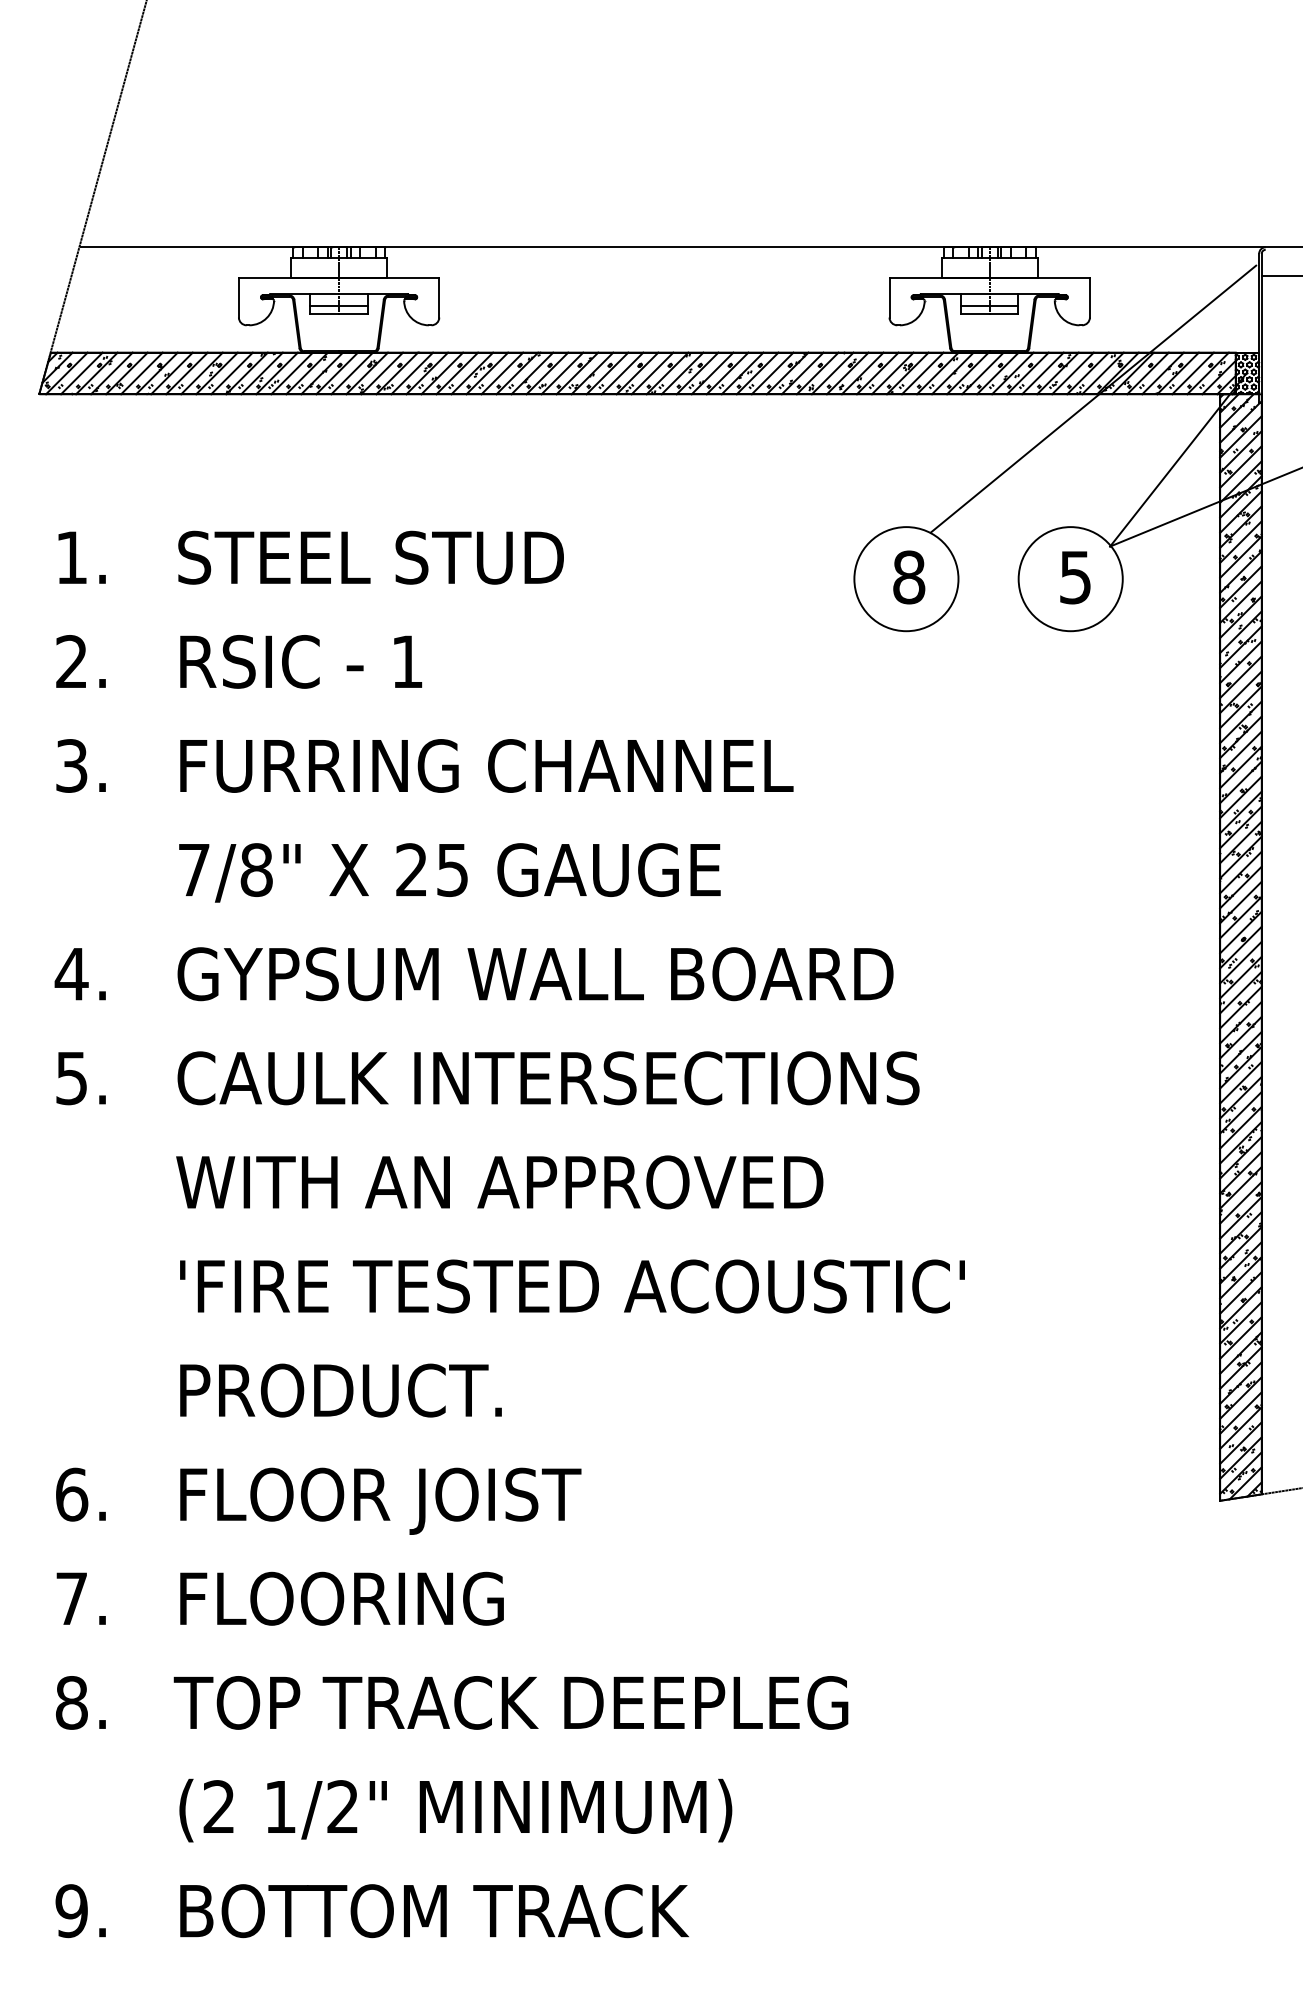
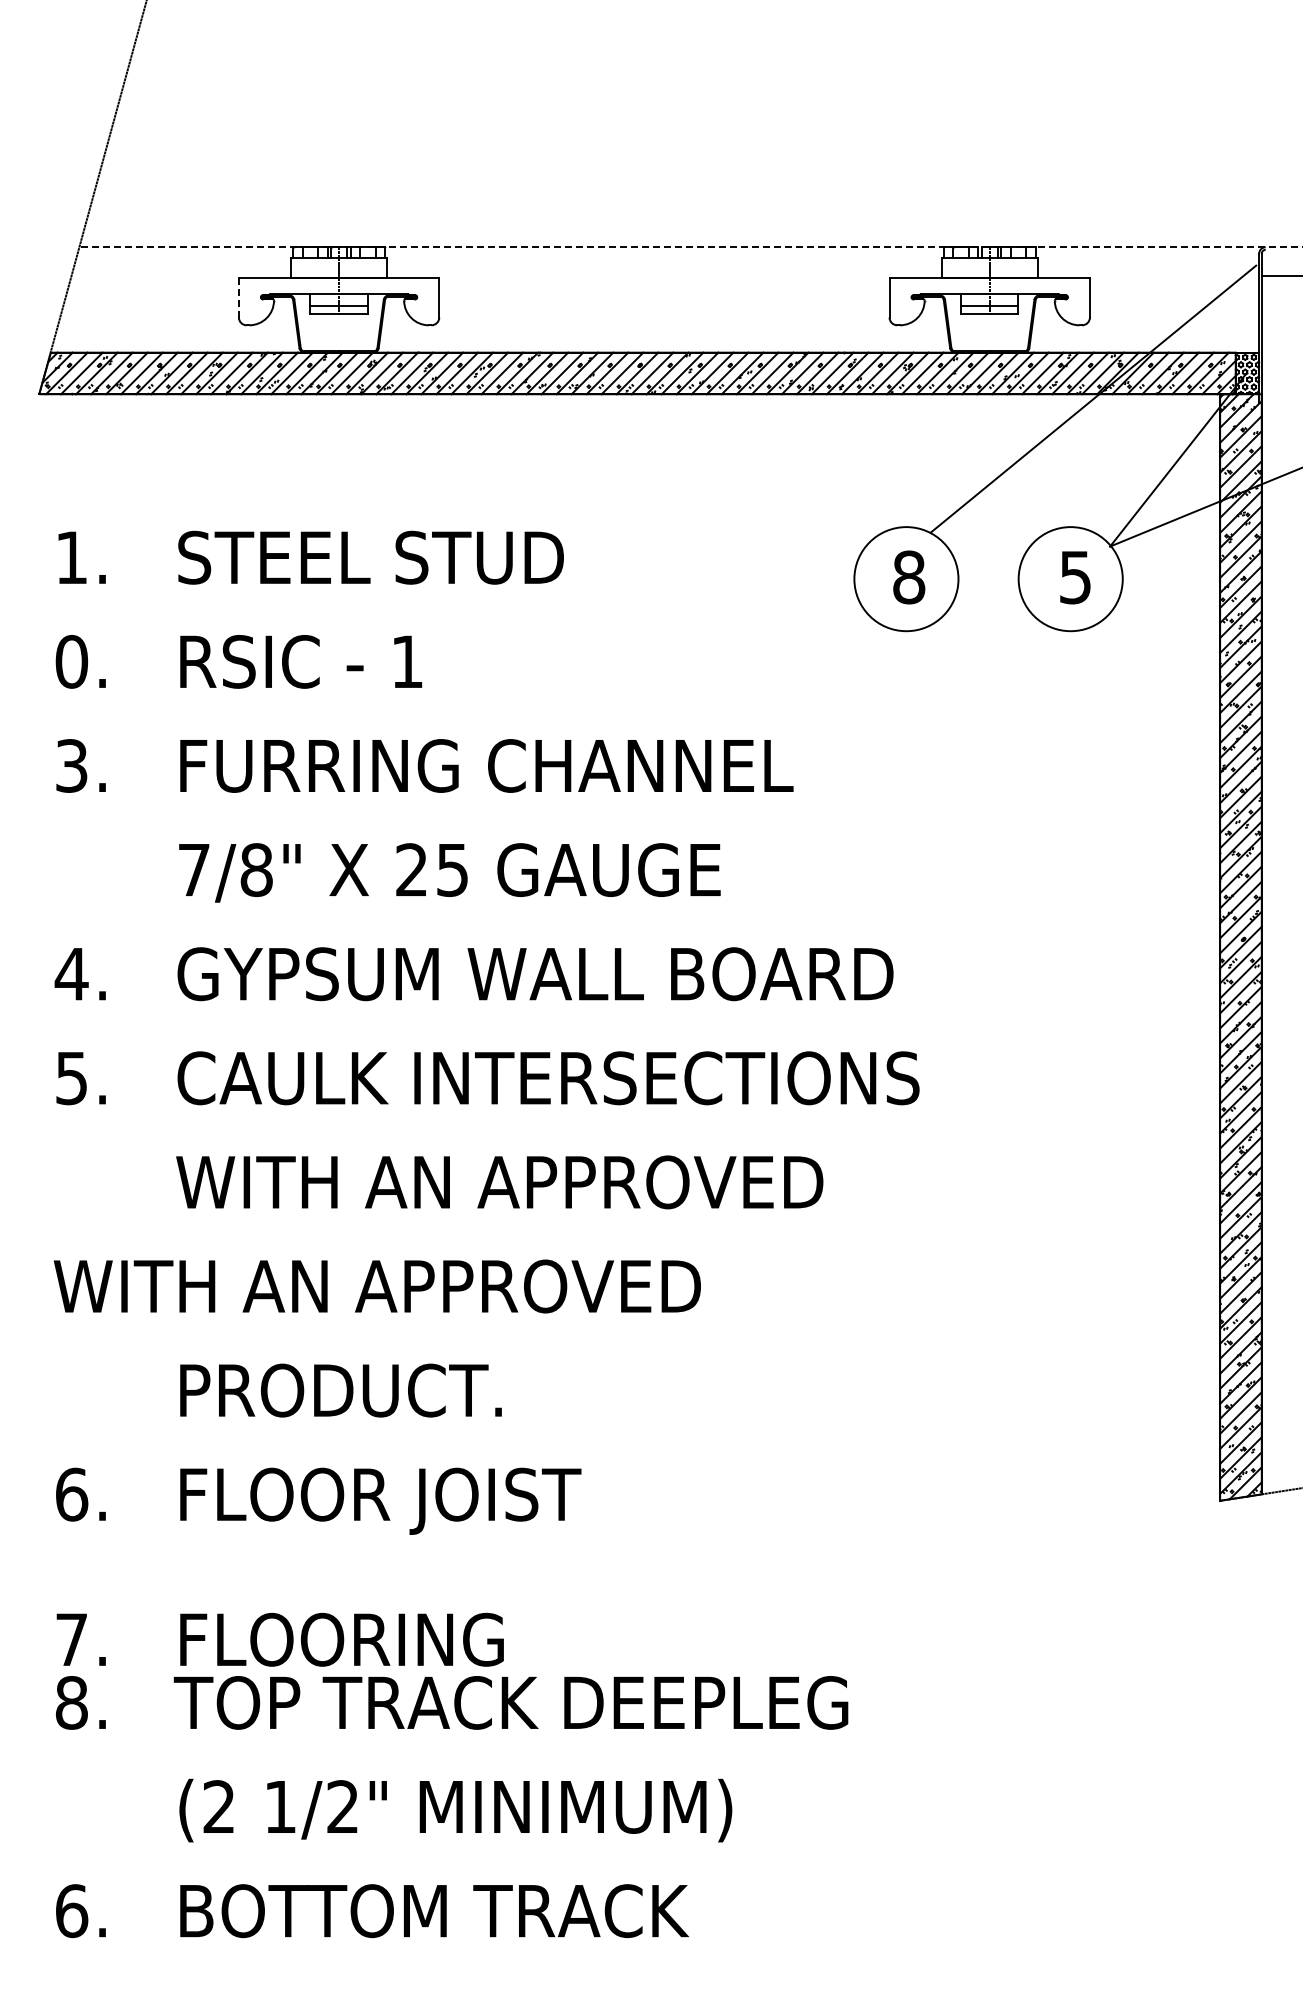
line at (691, 247): solid -> dashed
line at (238, 297): solid -> dashed
text at (71, 661): 2. -> 0.
text at (508, 1286): 'FIRE TESTED ACOUSTIC' -> WITH AN APPROVED
text at (279, 1598) position: (279, 1598) -> (279, 1639)
text at (71, 1911): 9. -> 6.
